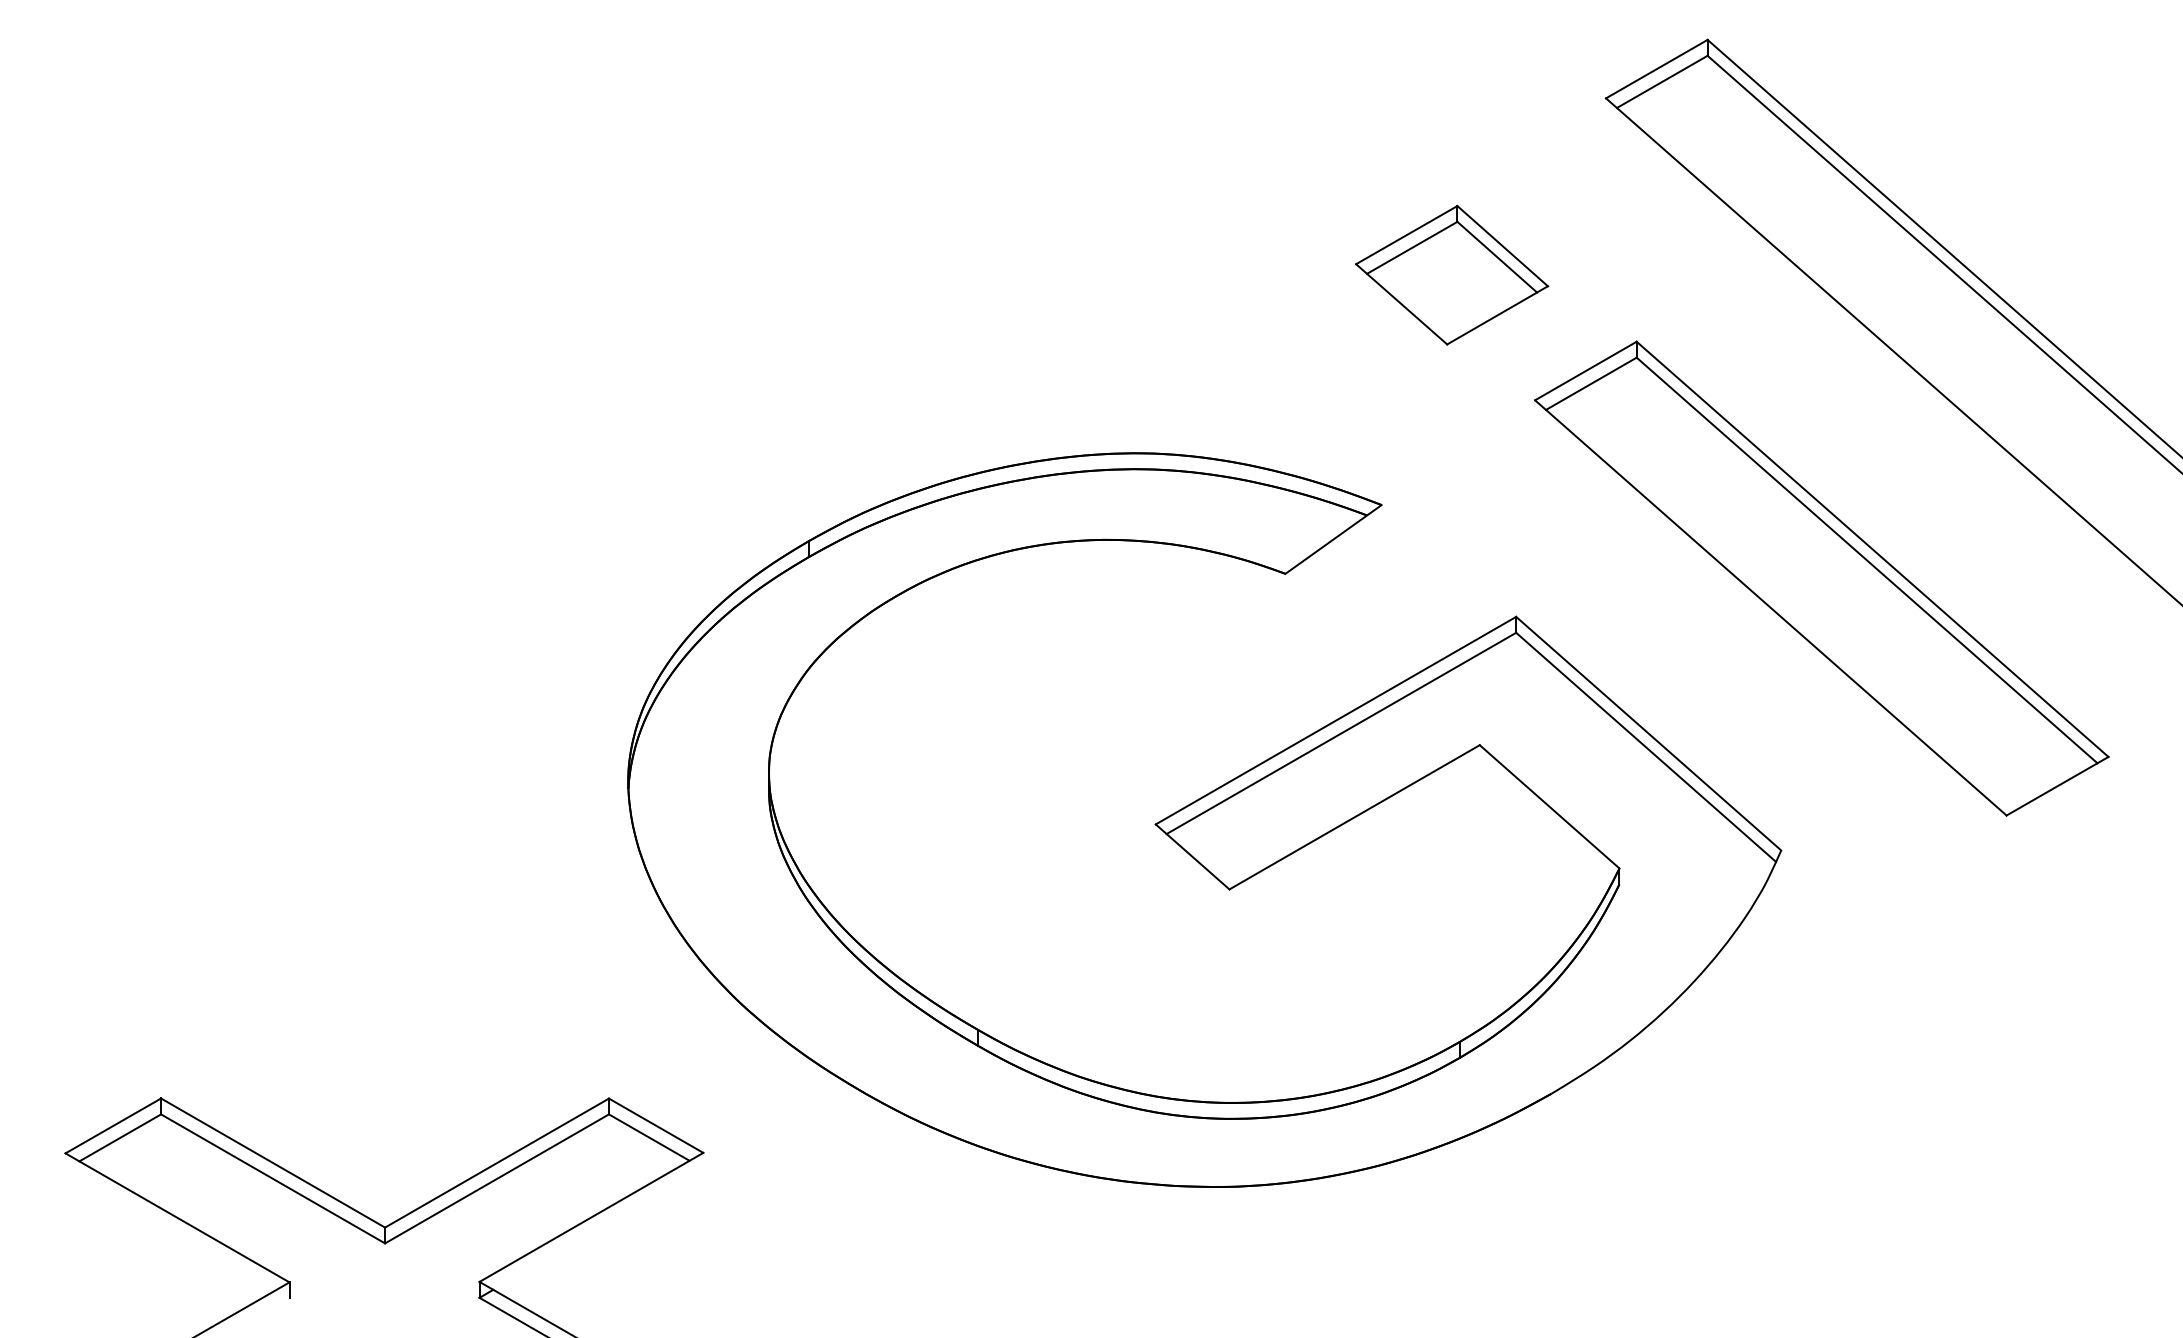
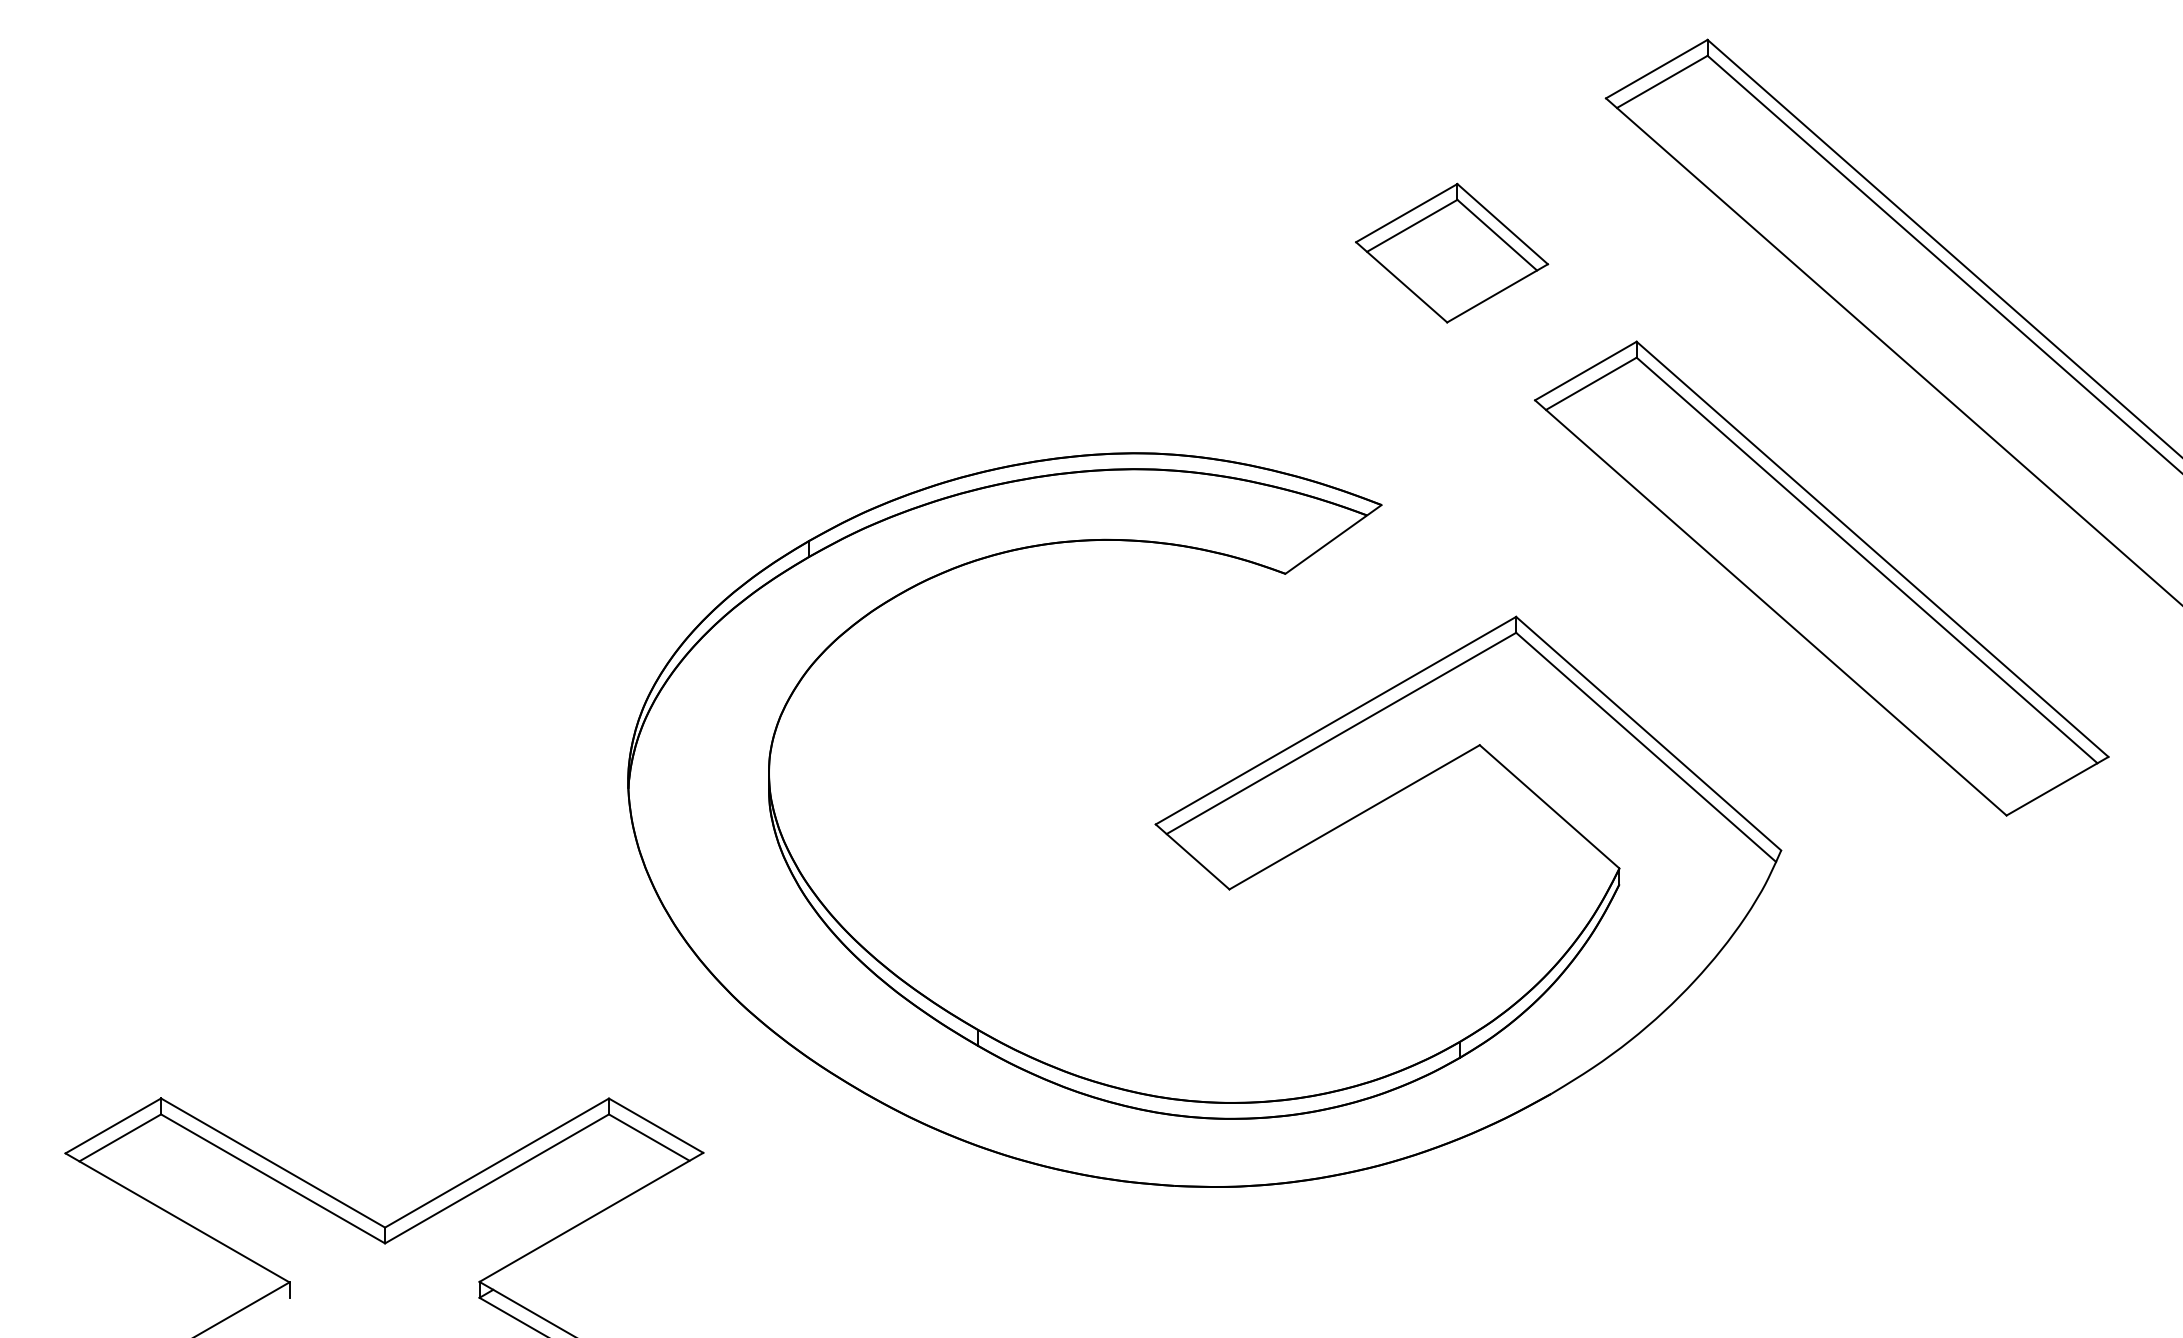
part at (1452, 274) position: (1452, 274) -> (1452, 252)
